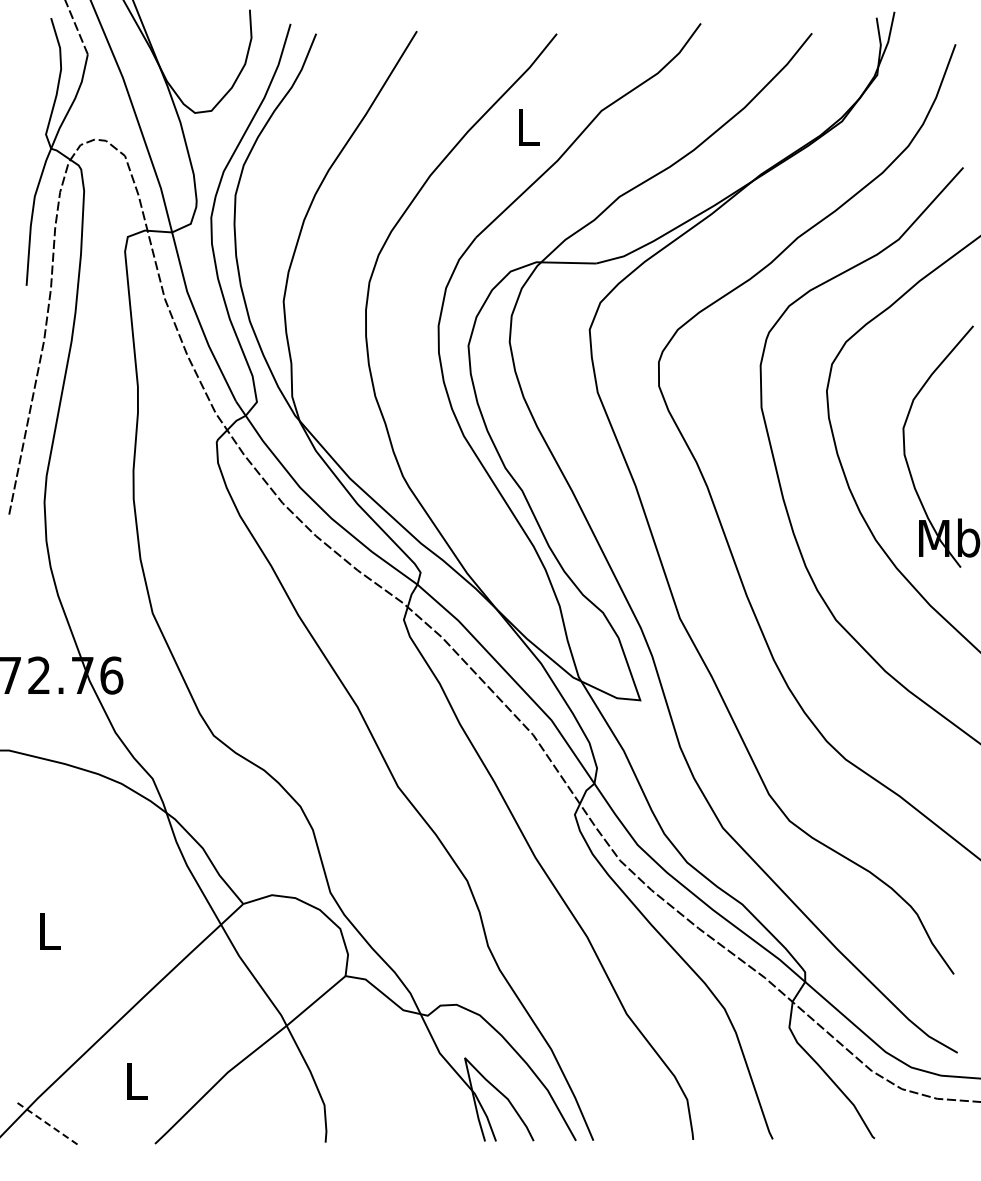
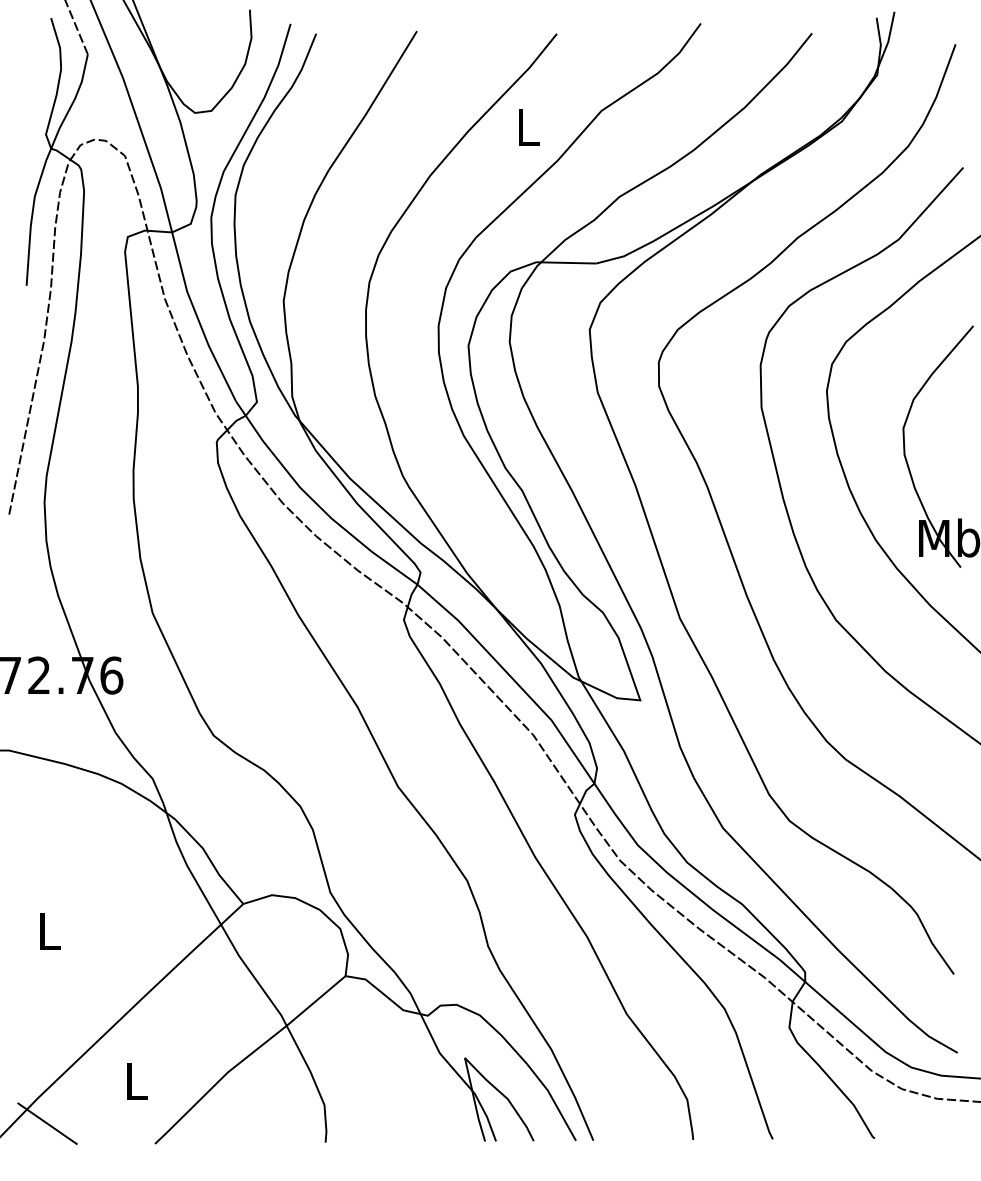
line at (47, 1124): dashed -> solid
